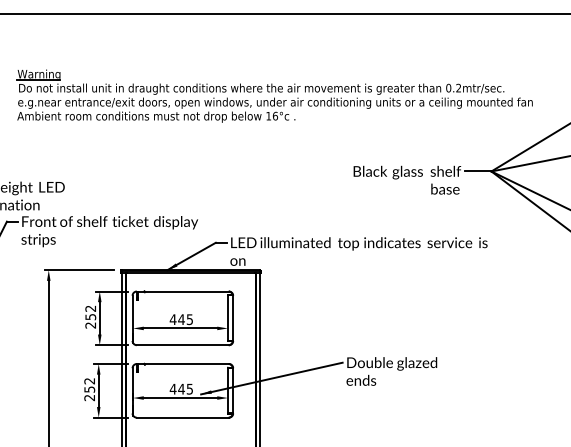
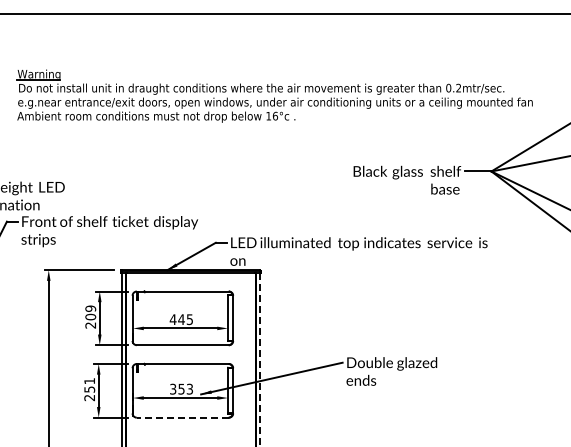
text at (90, 312): 252 -> 209
line at (260, 359): solid -> dashed
text at (89, 381): 252 -> 251
text at (180, 388): 445 -> 353
line at (182, 417): solid -> dashed
